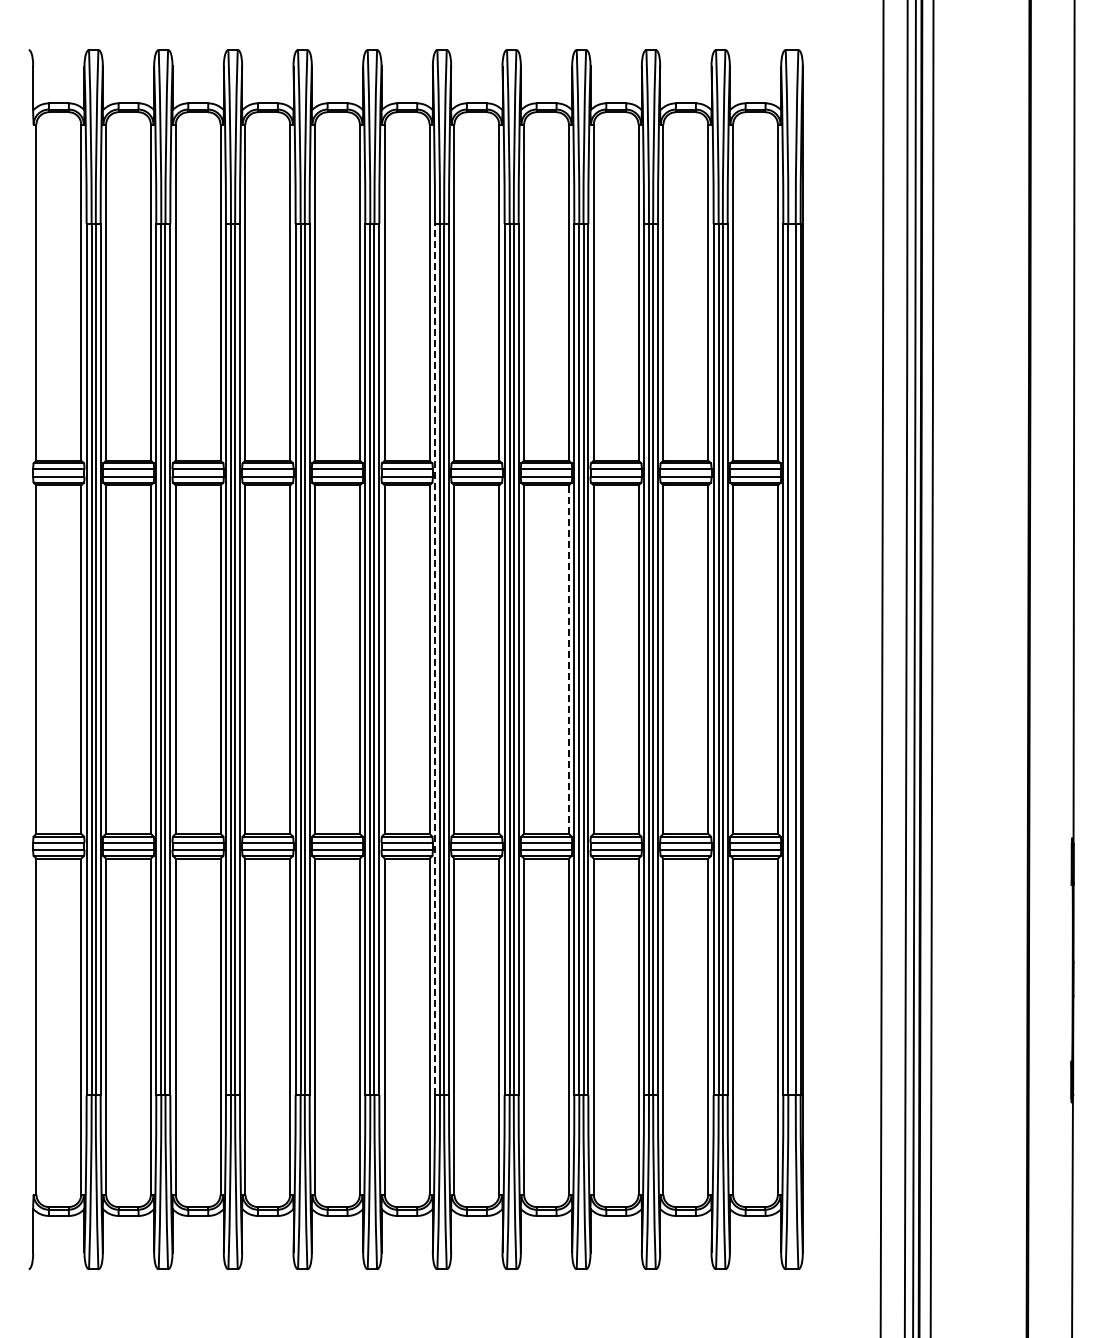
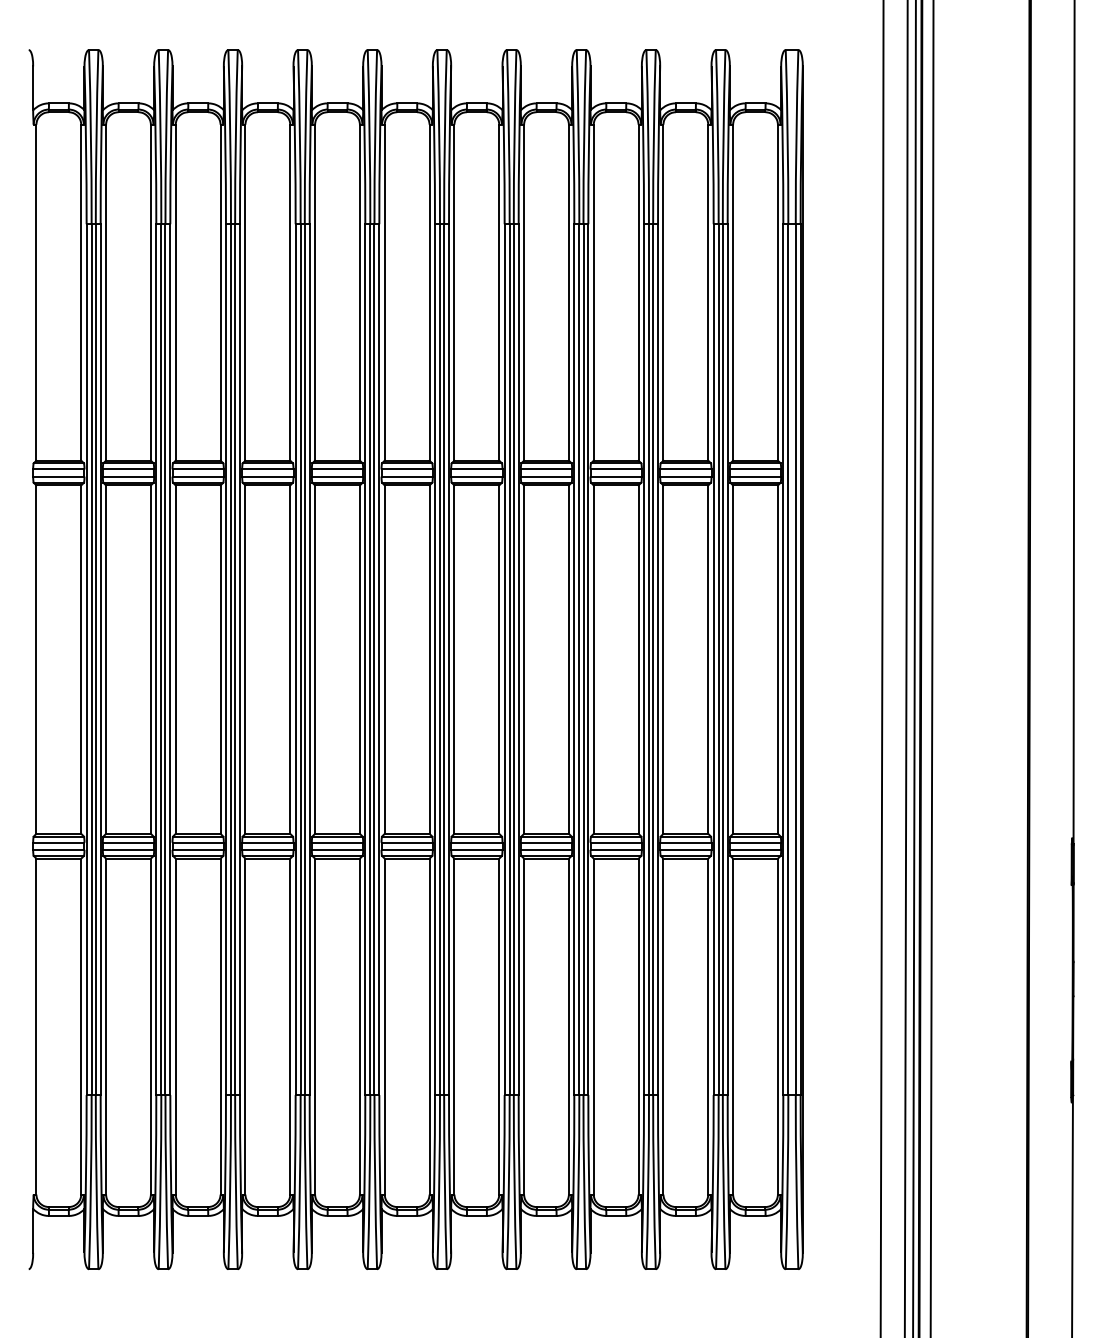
line at (434, 659): dashed -> solid
line at (568, 659): dashed -> solid
